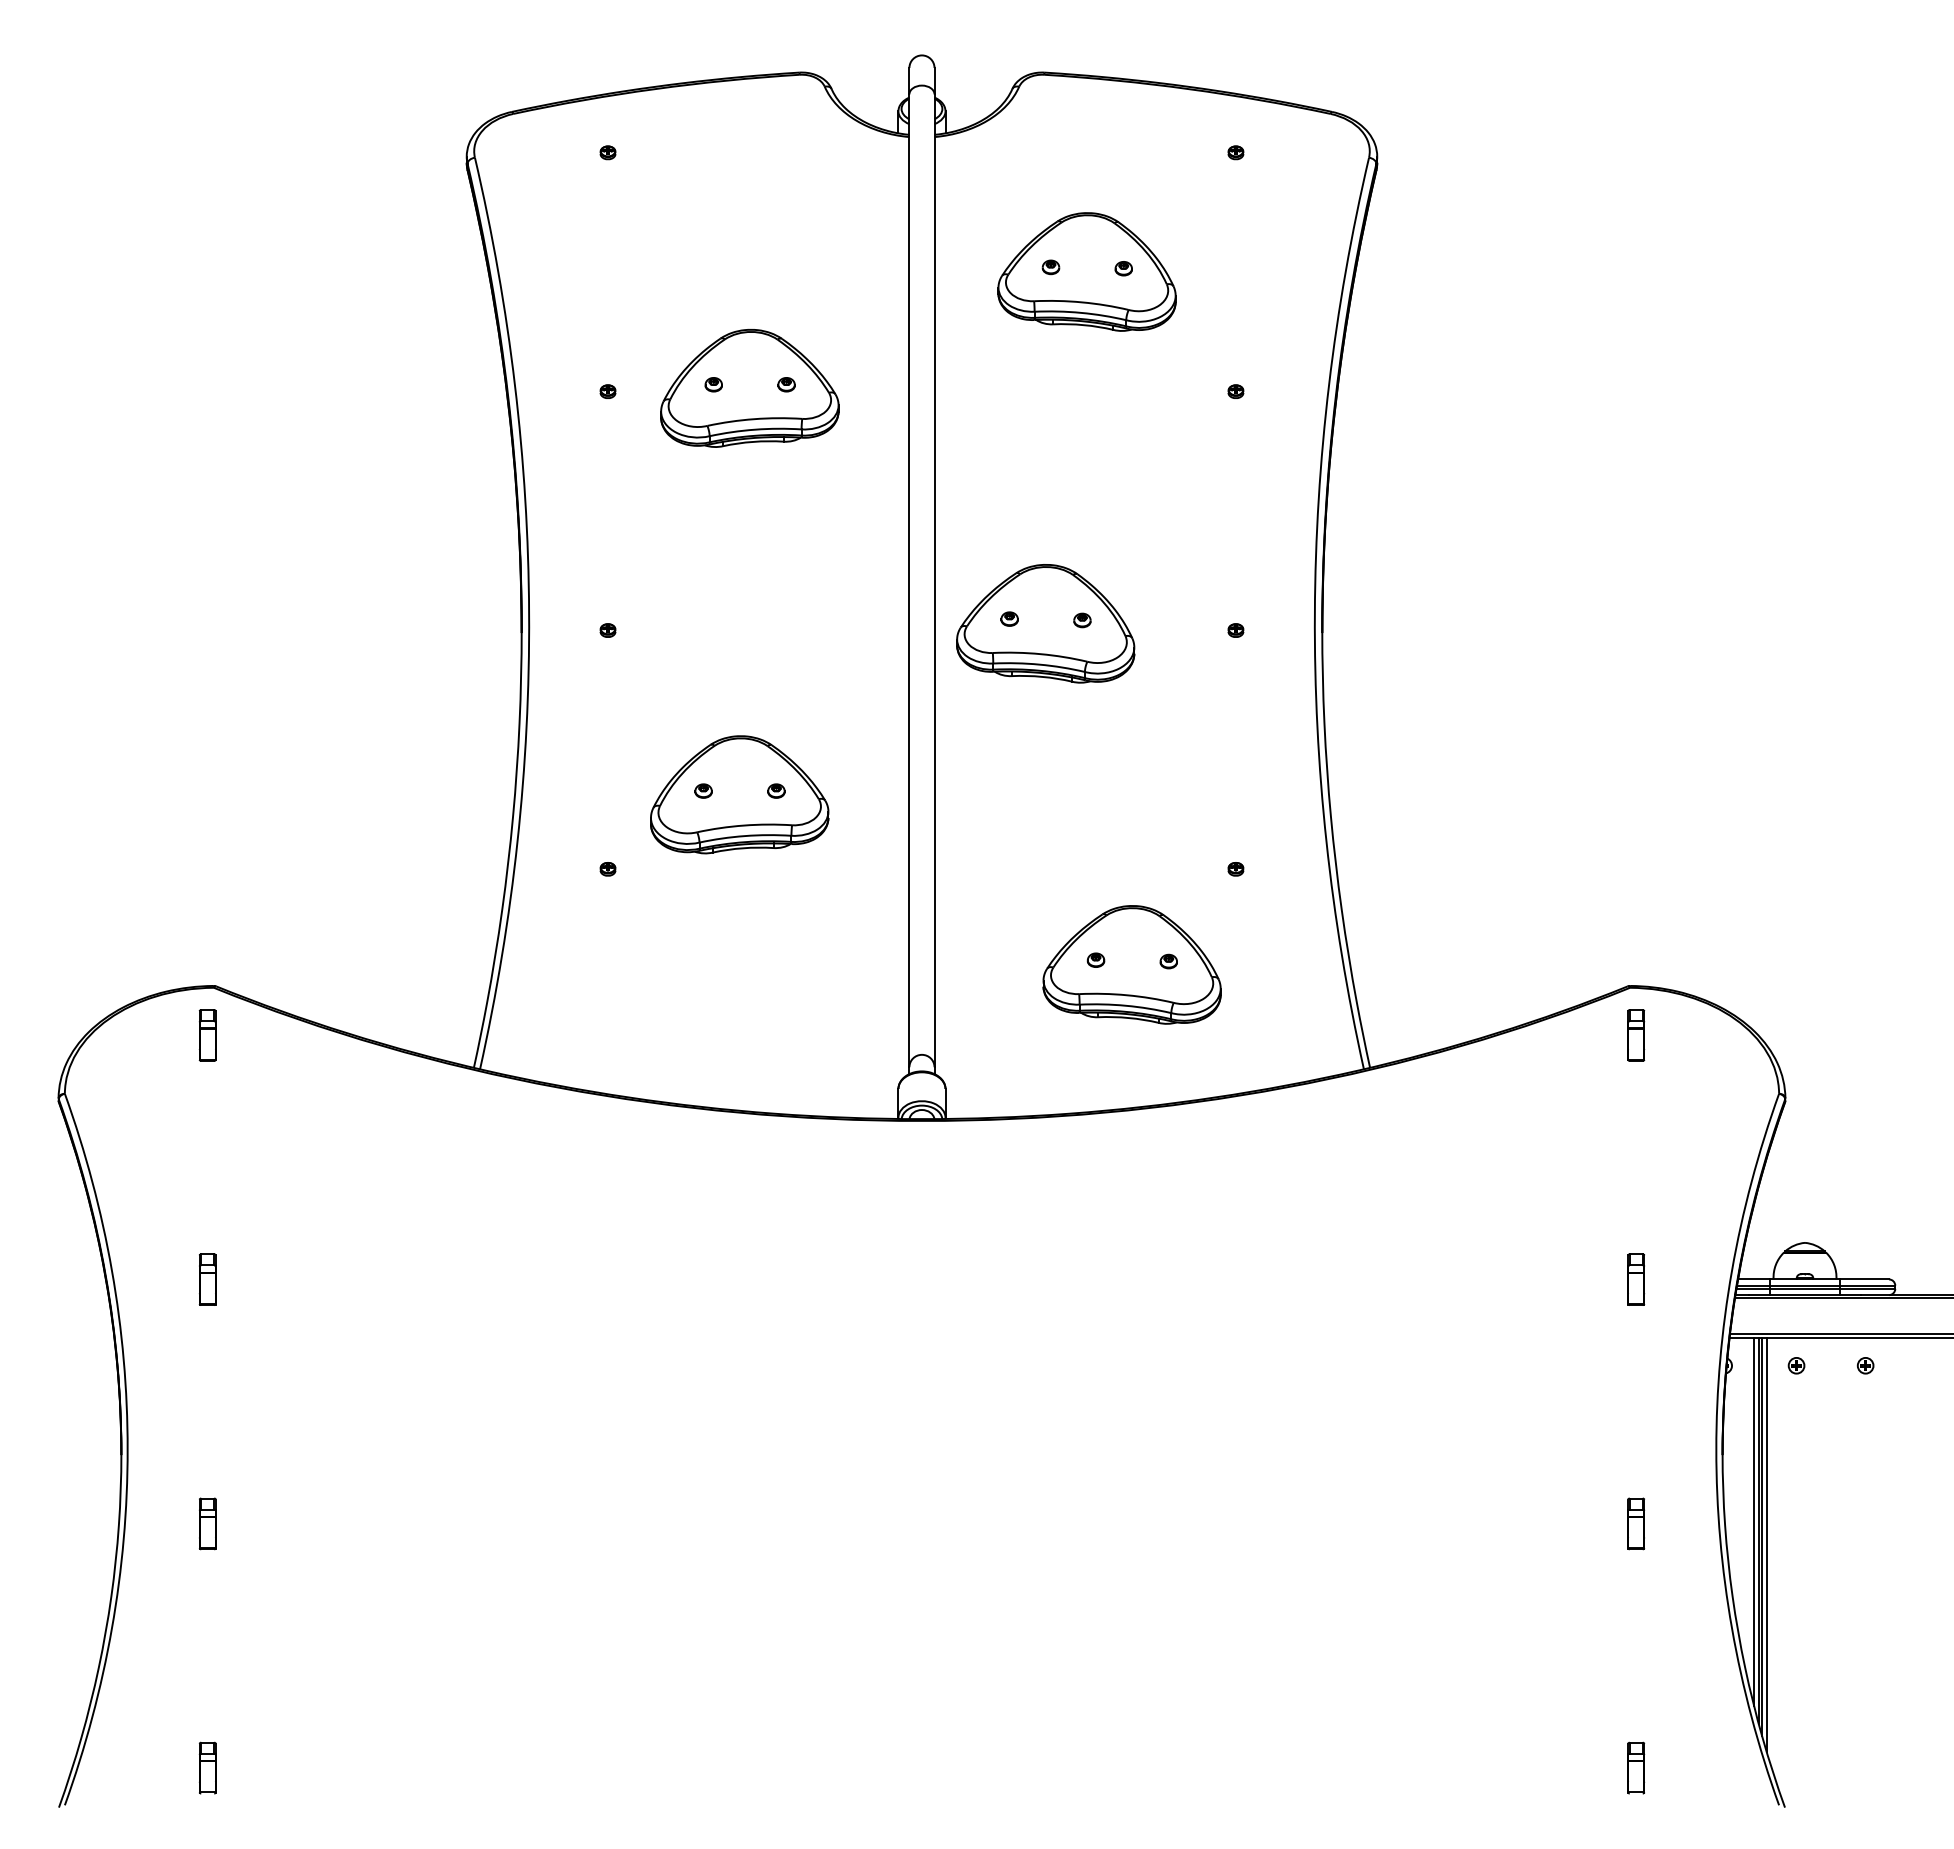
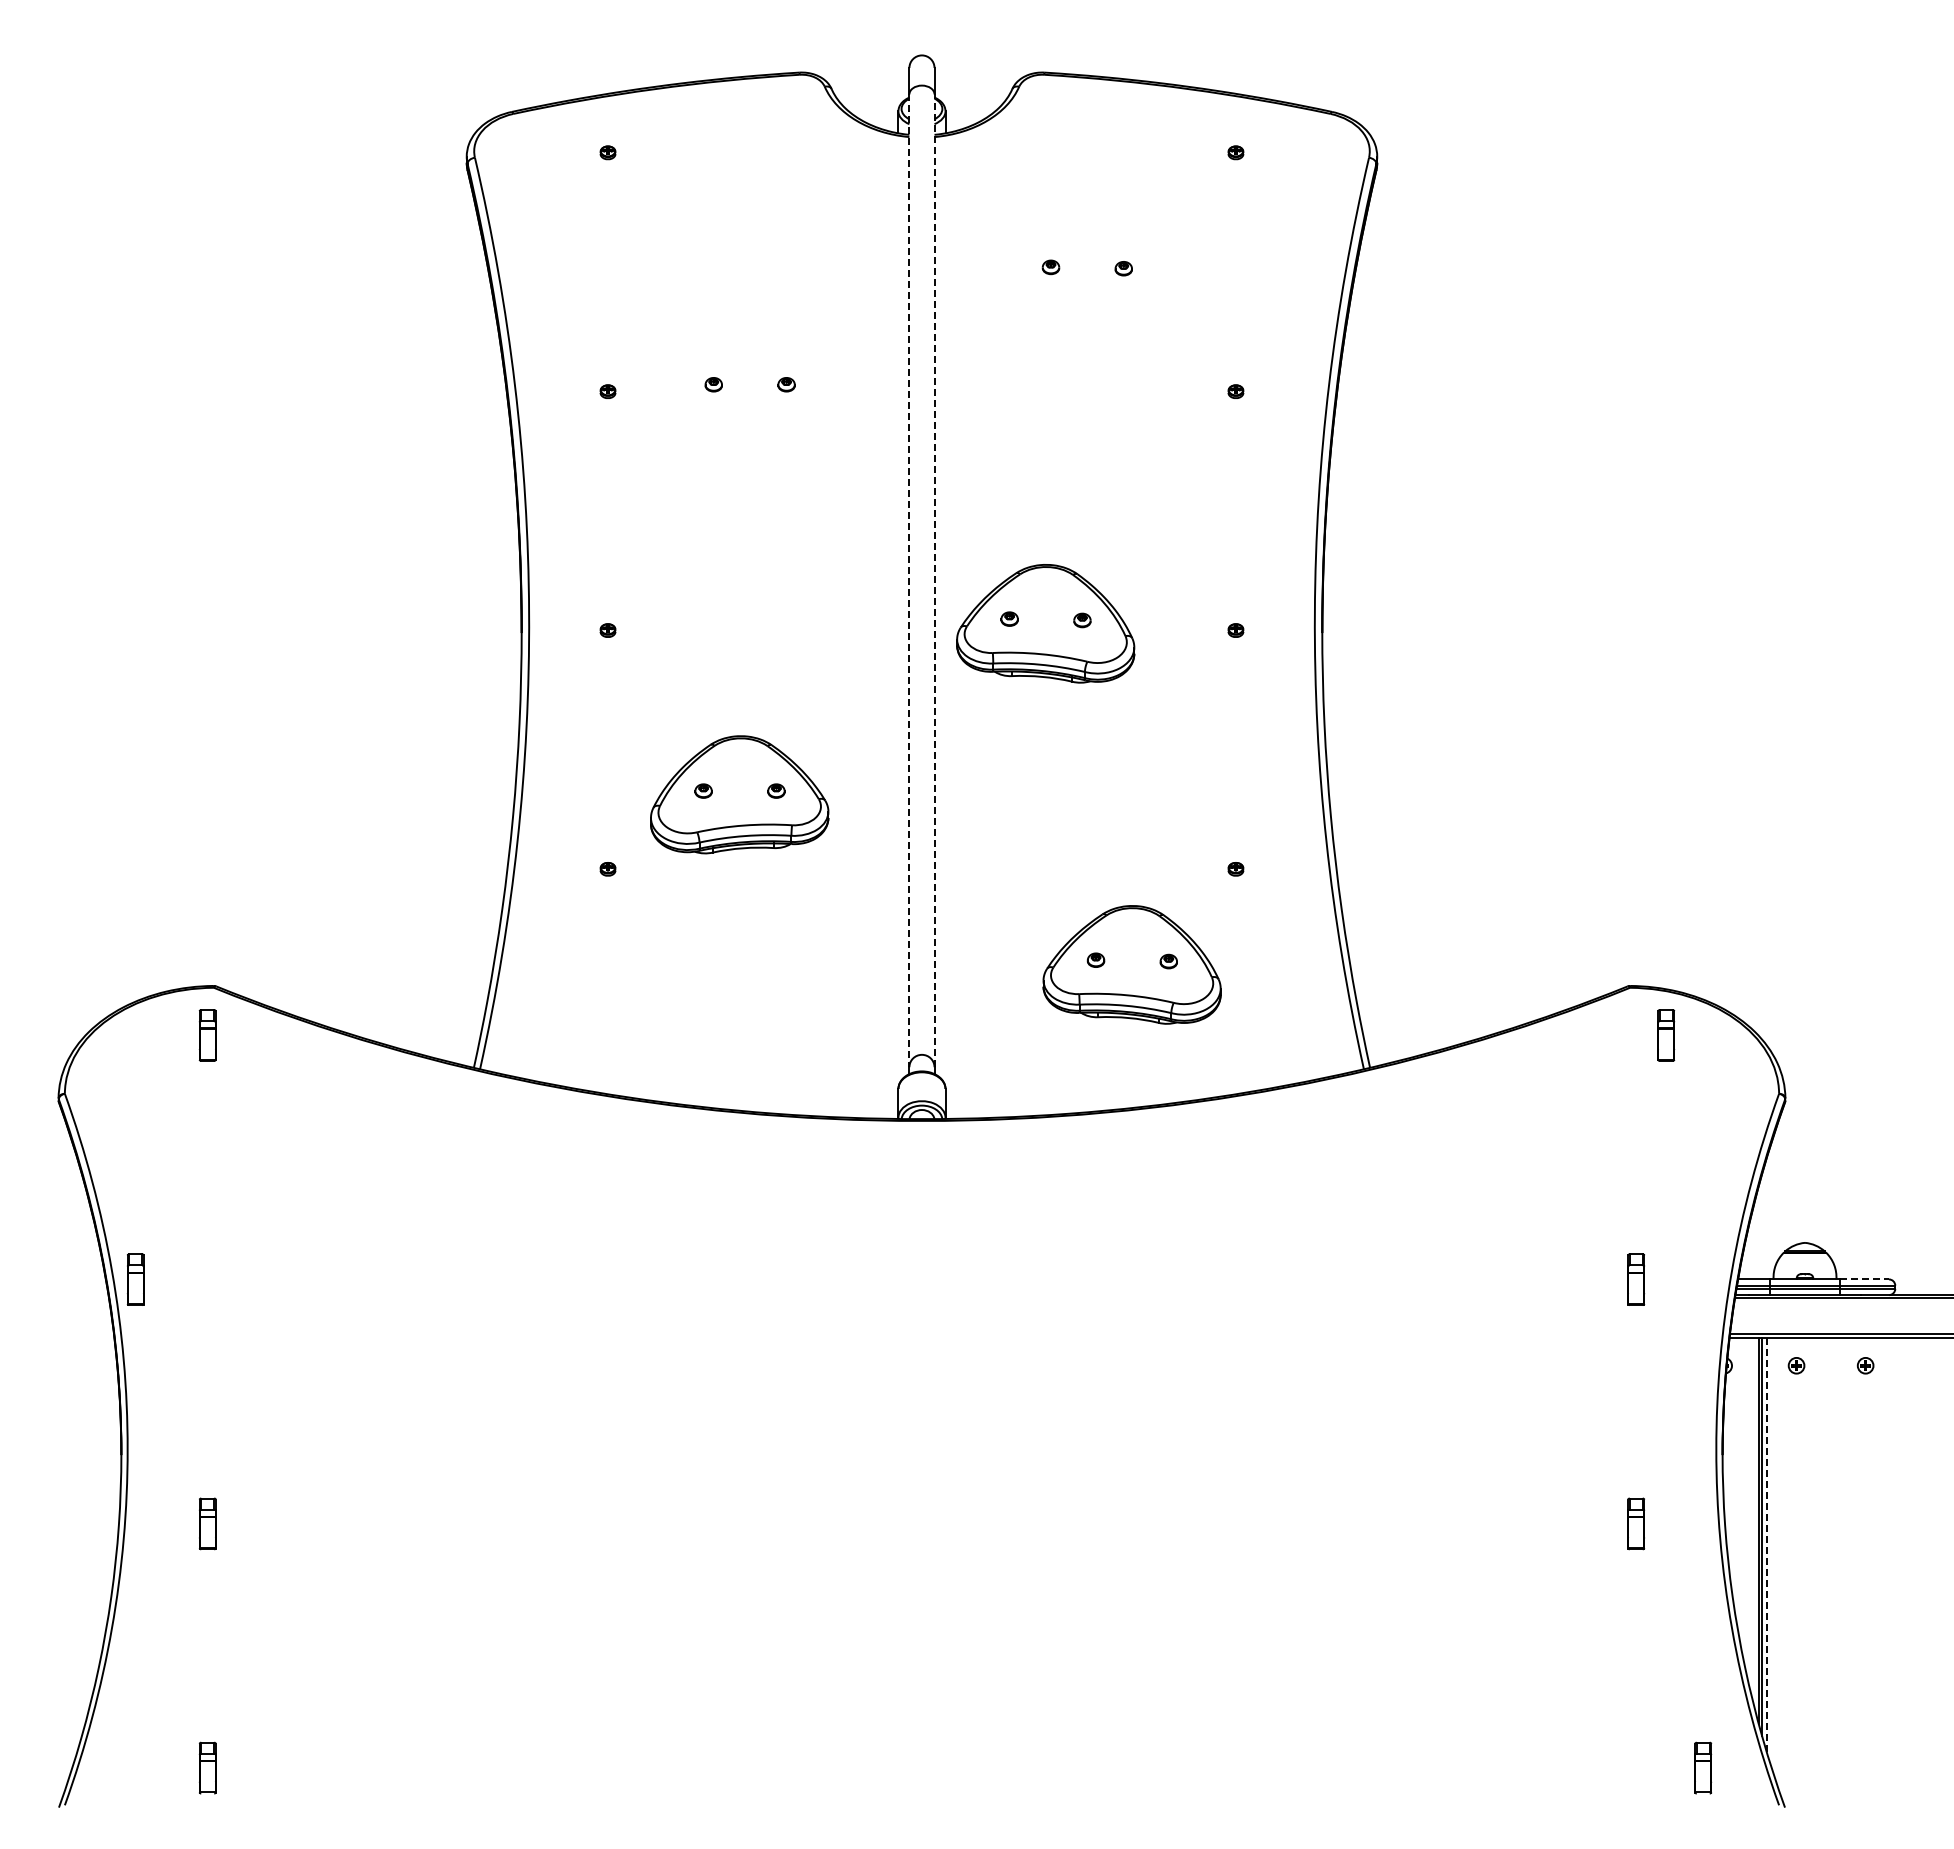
part at (1086, 271): present -> none
part at (749, 388): present -> none
line at (934, 580): solid -> dashed
line at (909, 581): solid -> dashed
part at (1636, 1035) position: (1636, 1035) -> (1666, 1035)
part at (207, 1279) position: (207, 1279) -> (135, 1279)
line at (1865, 1279): solid -> dashed
line at (1753, 1521): present -> none
line at (1766, 1544): solid -> dashed
part at (1636, 1767) position: (1636, 1767) -> (1703, 1767)
